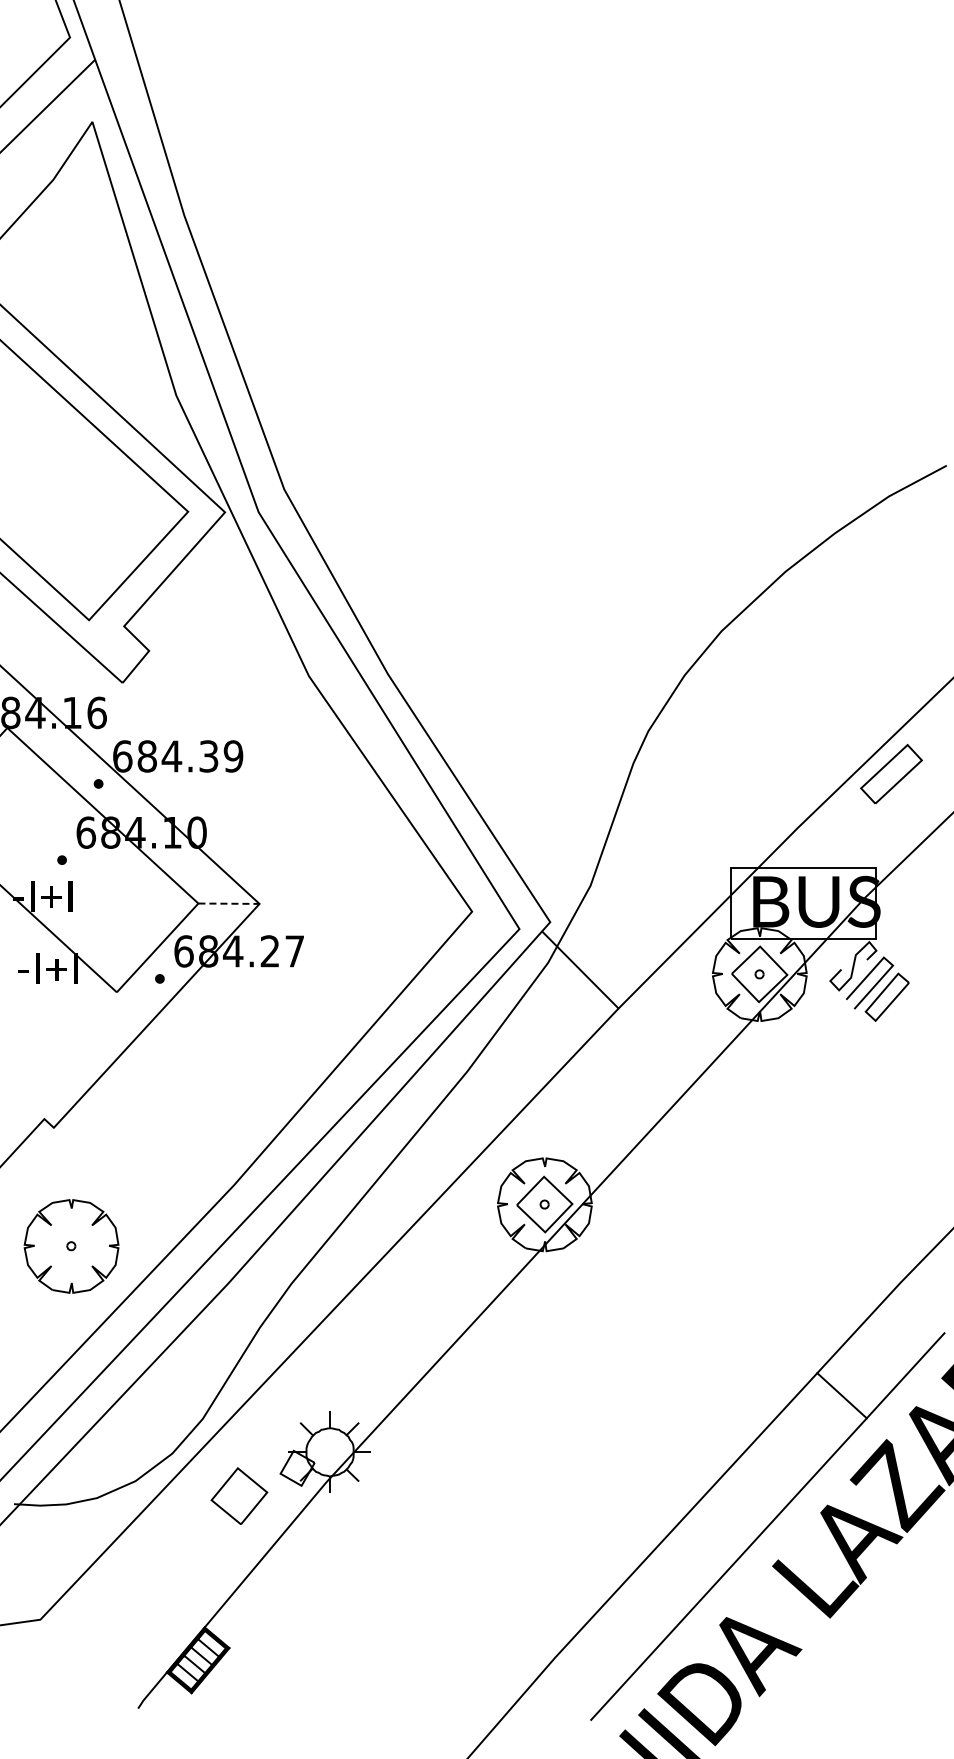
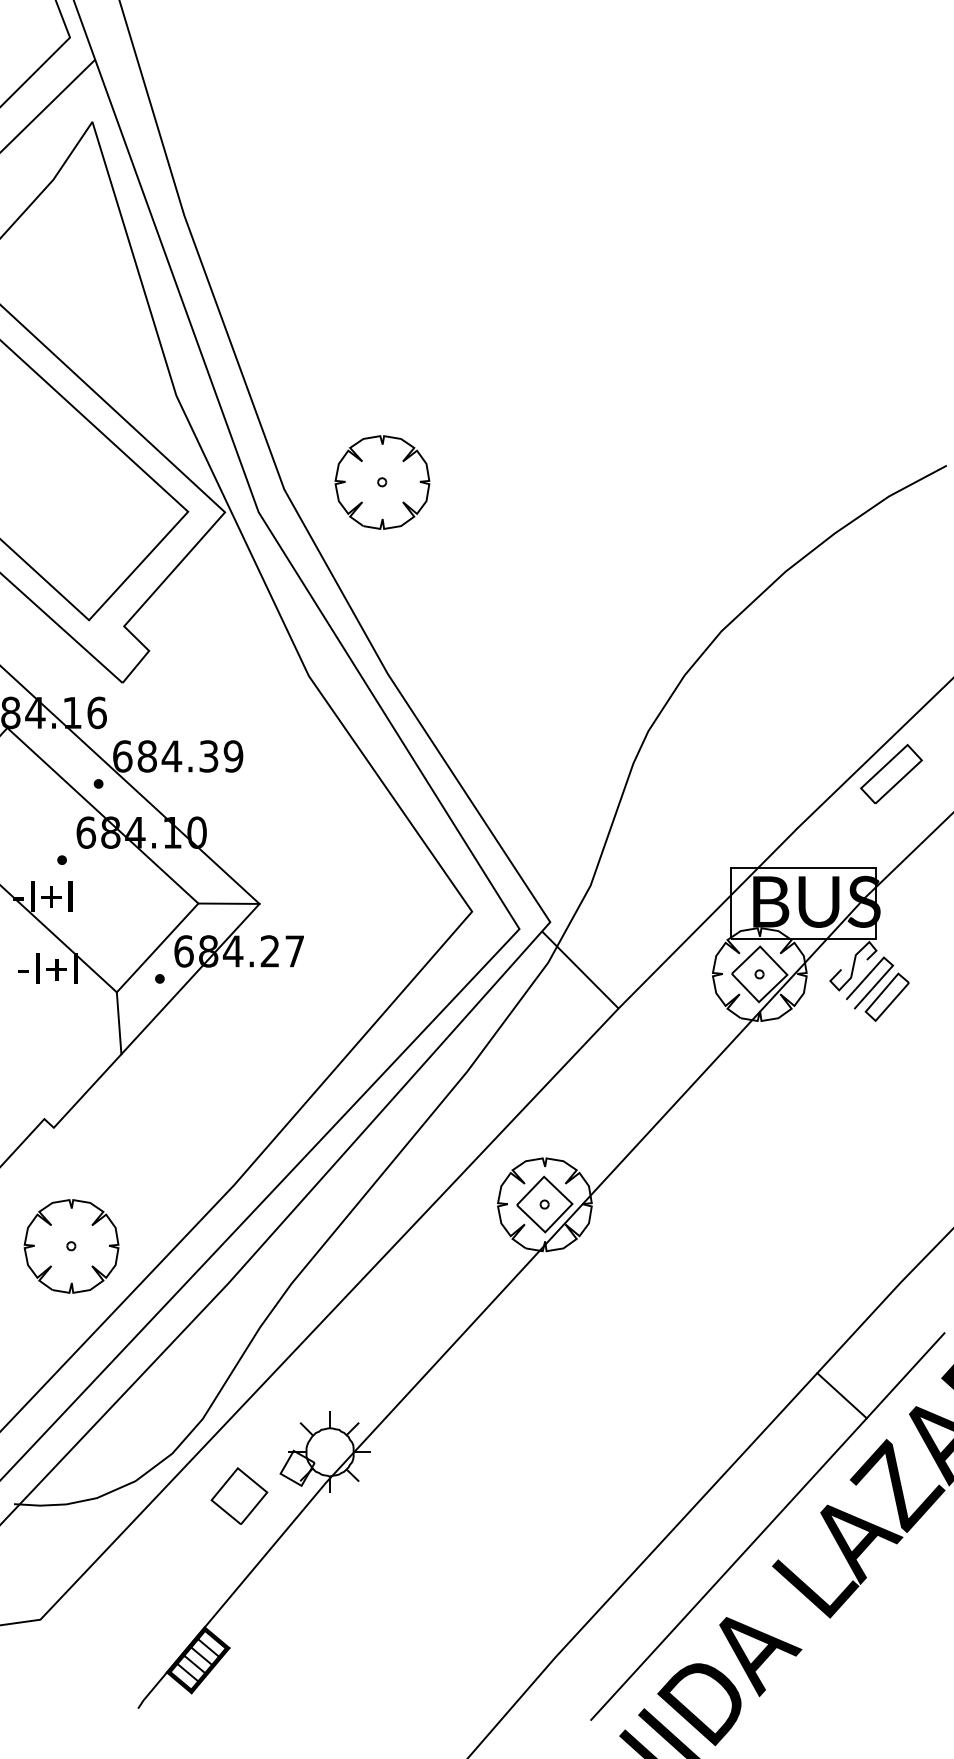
part at (382, 482): none -> present
line at (229, 903): dashed -> solid
line at (118, 1023): none -> present
